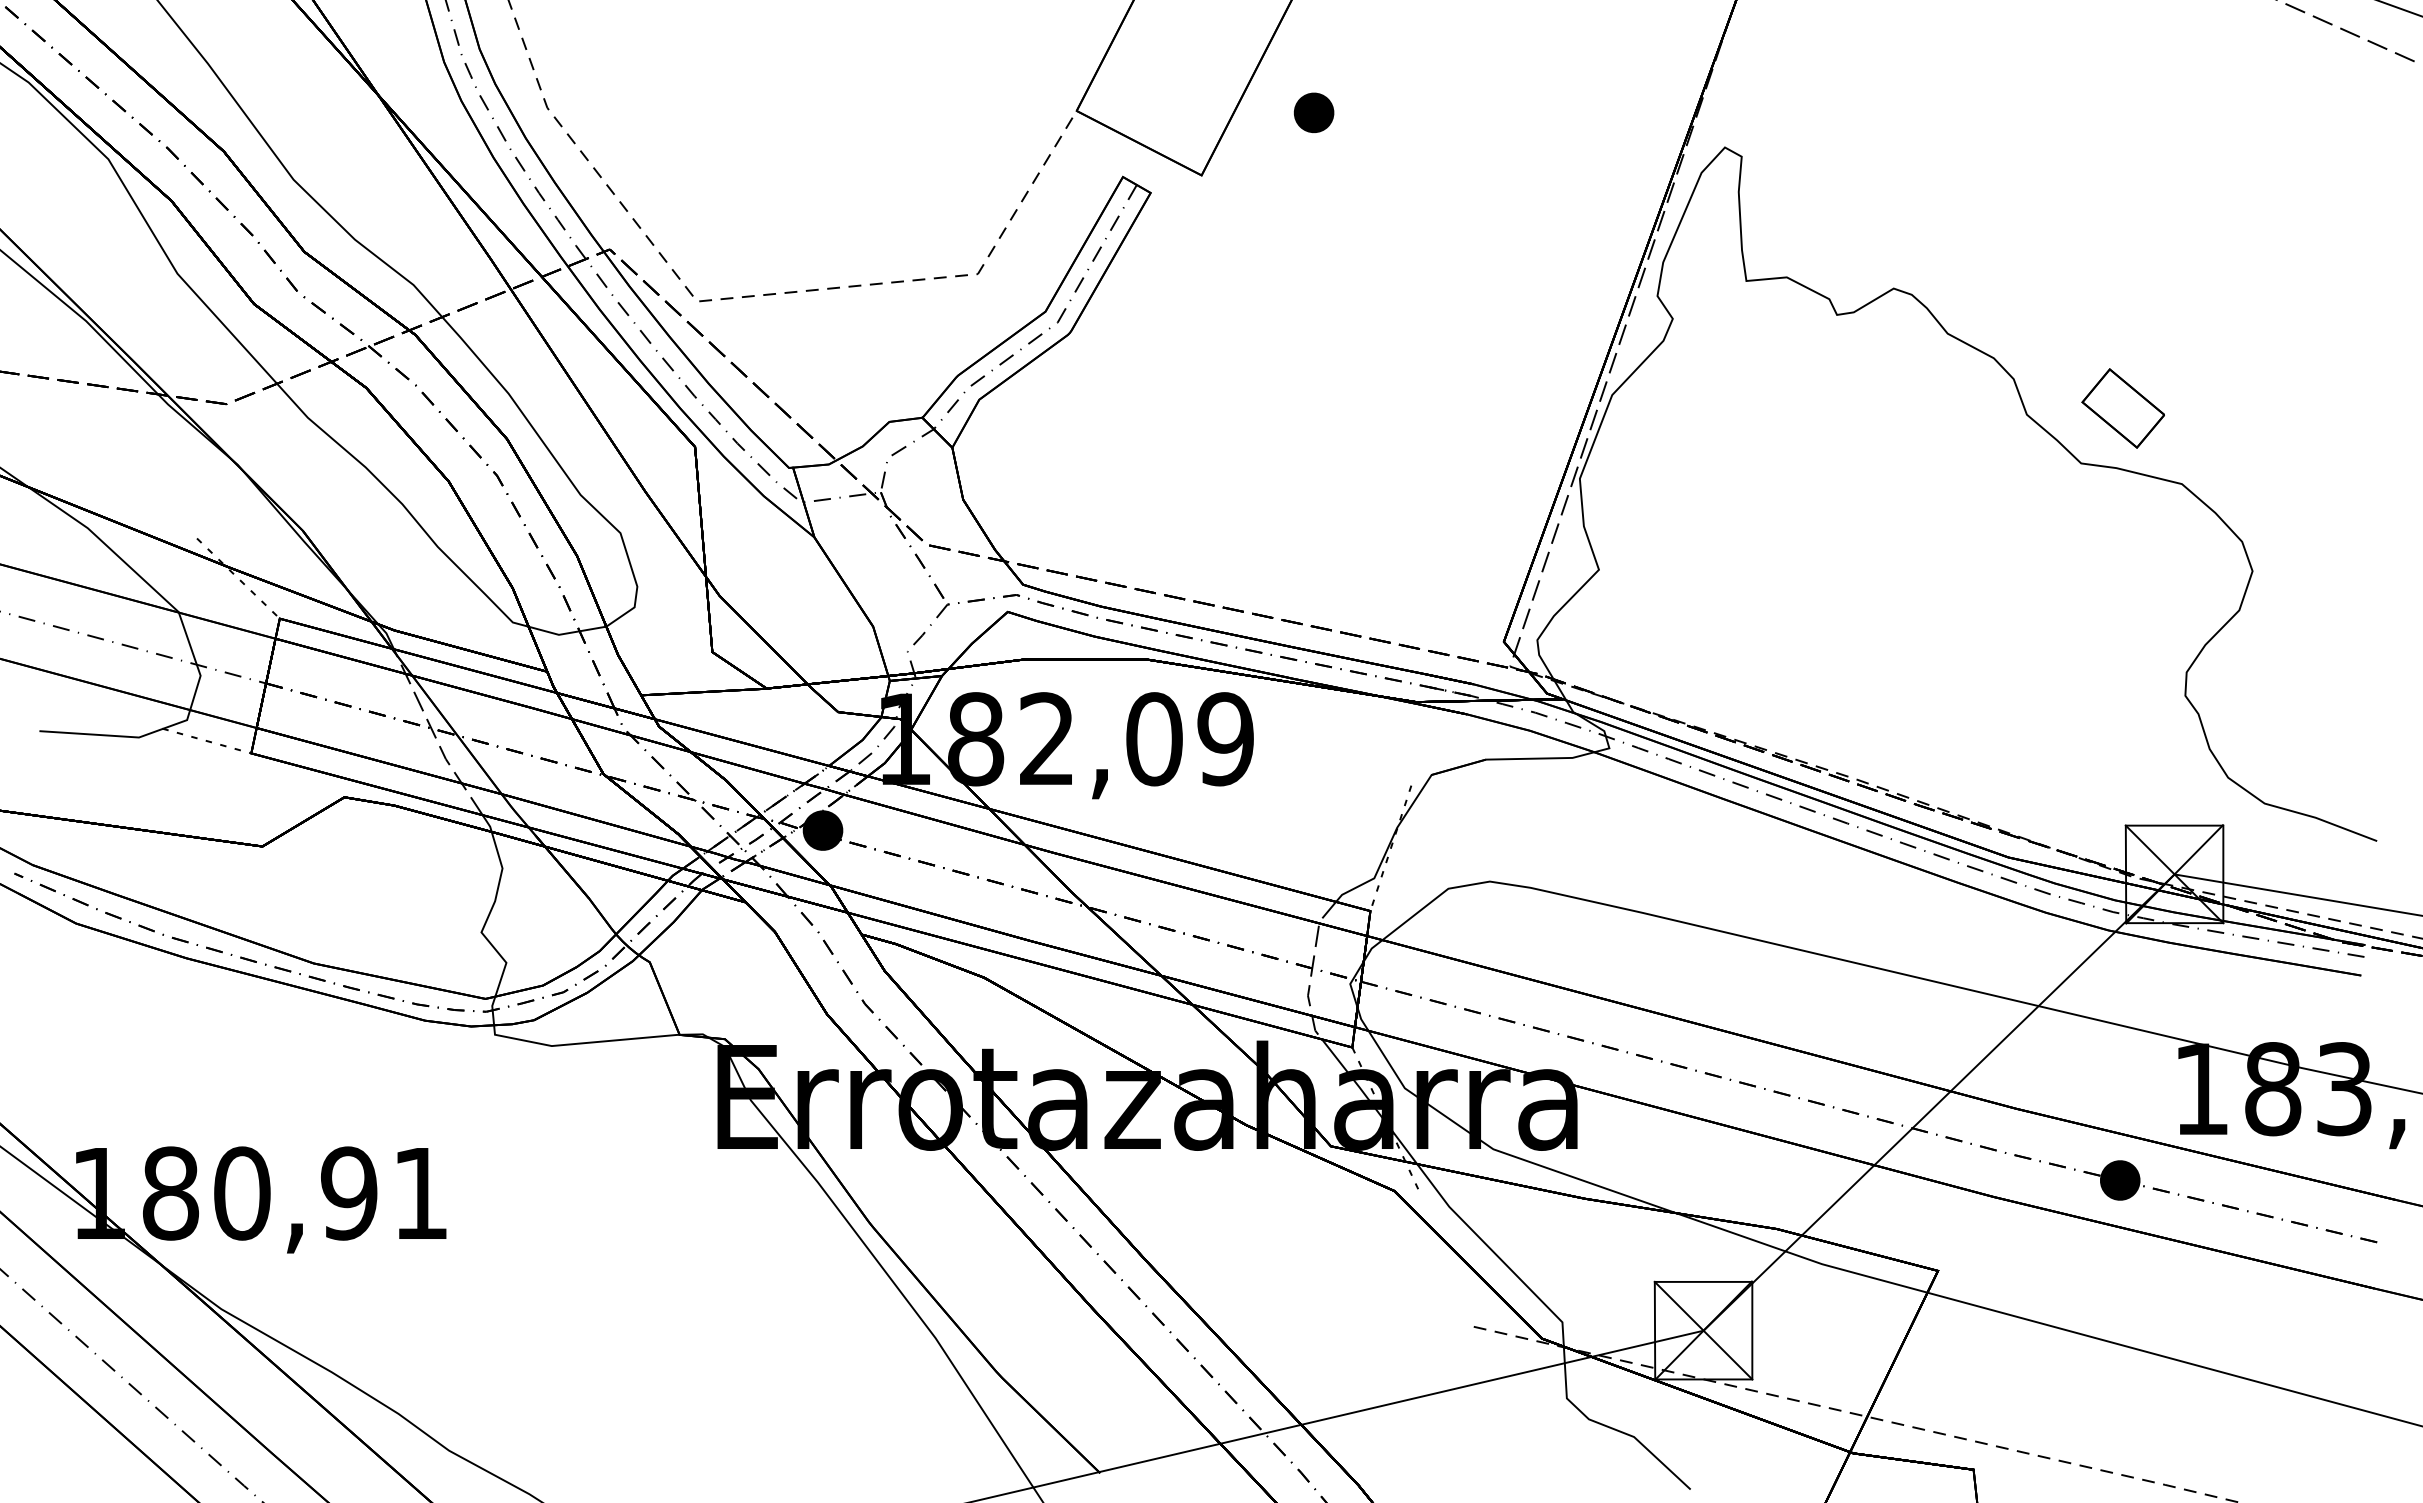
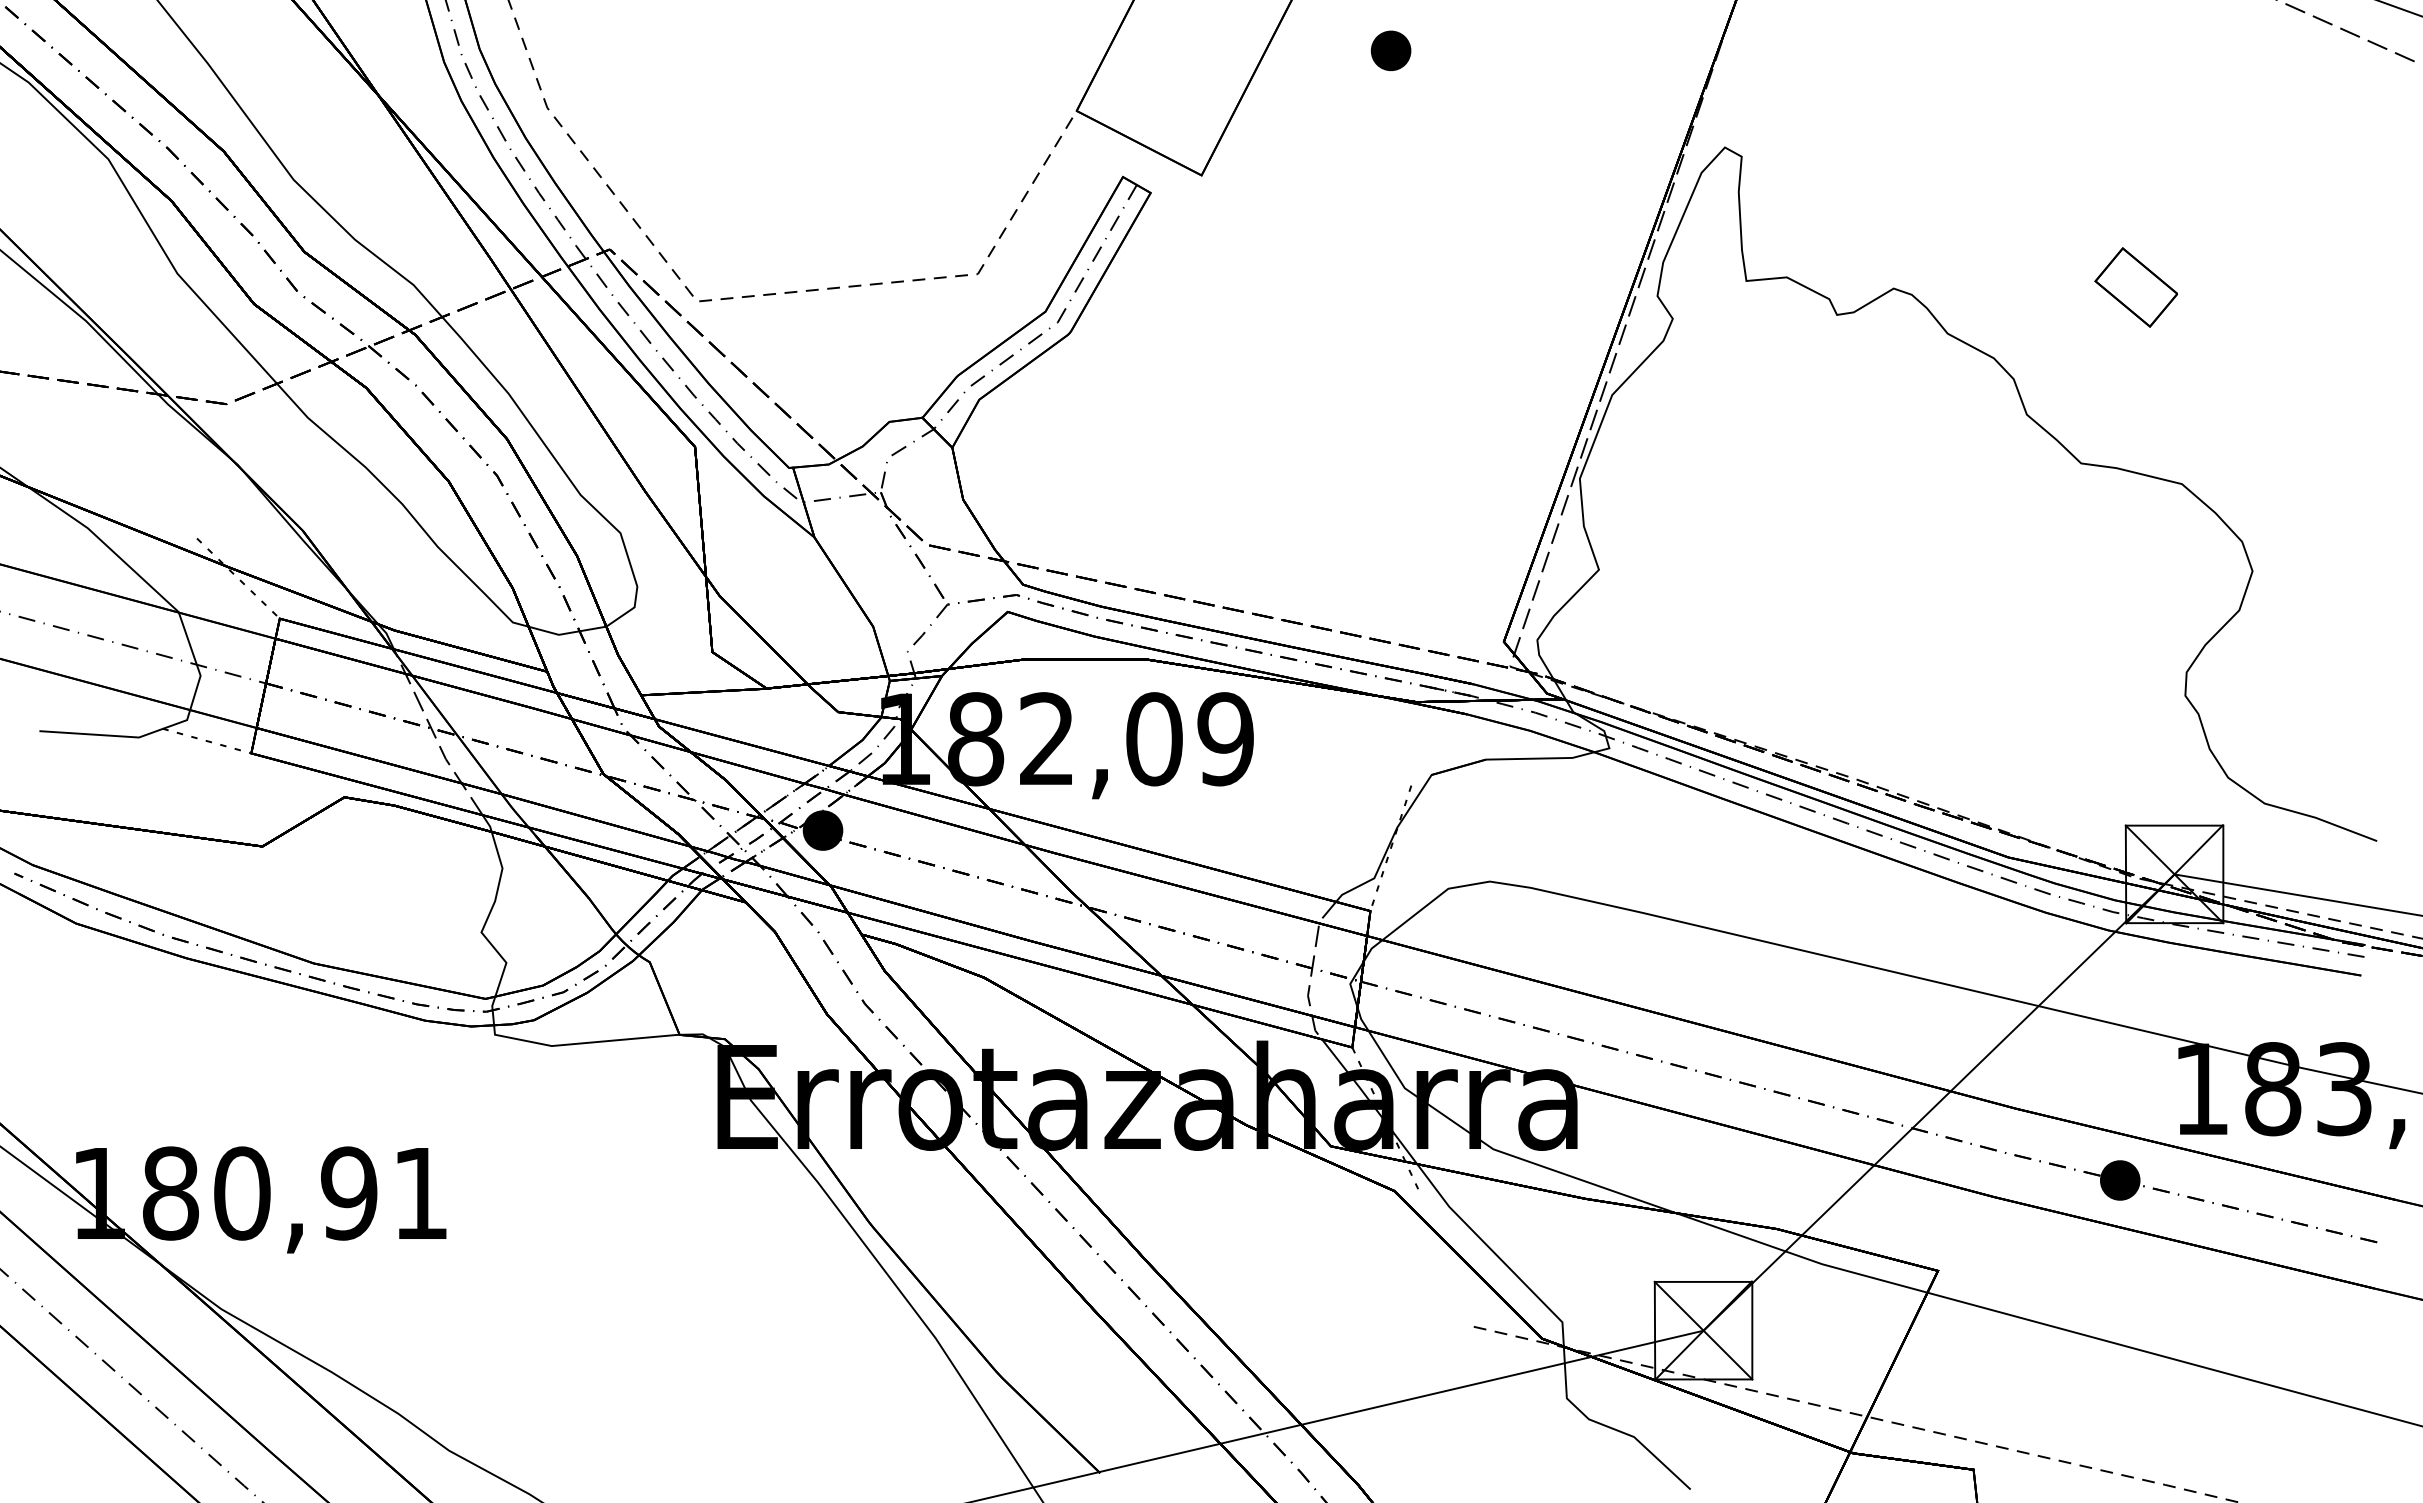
part at (1313, 112) position: (1313, 112) -> (1390, 50)
part at (2122, 408) position: (2122, 408) -> (2135, 287)
